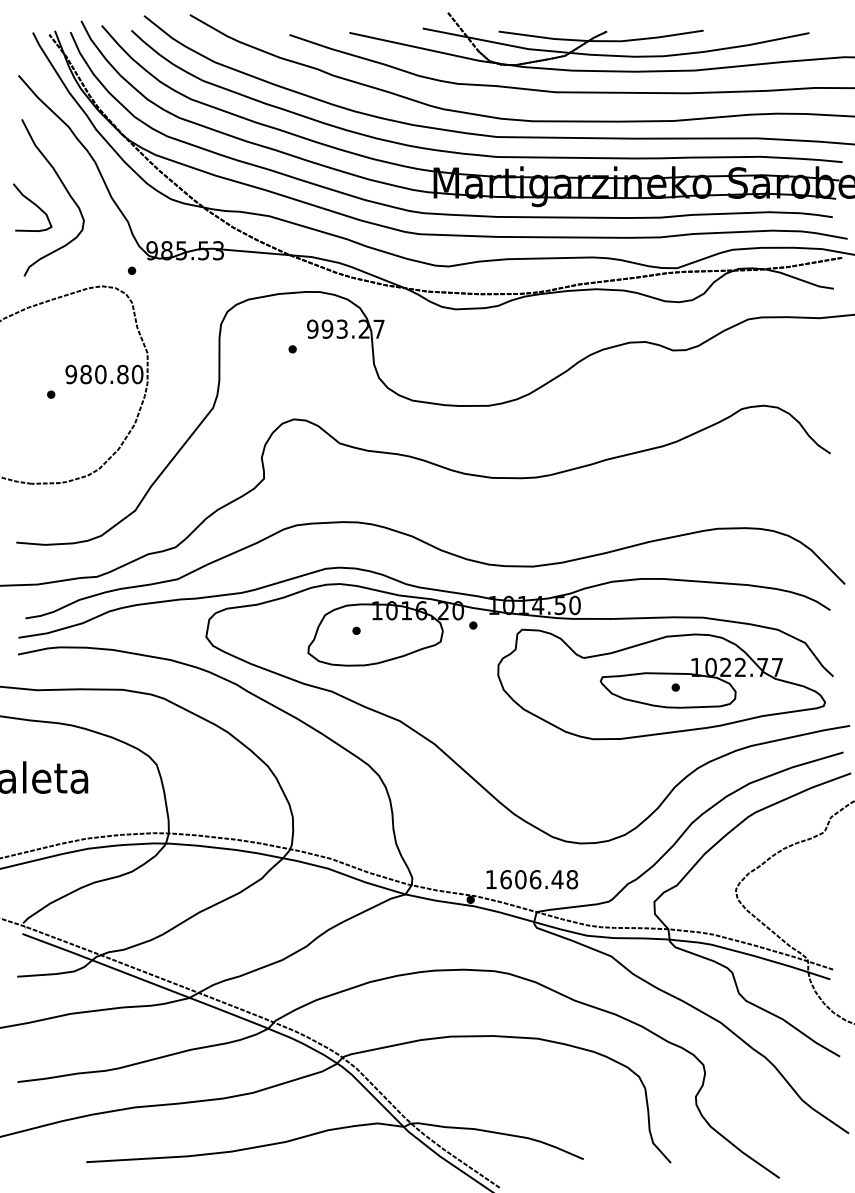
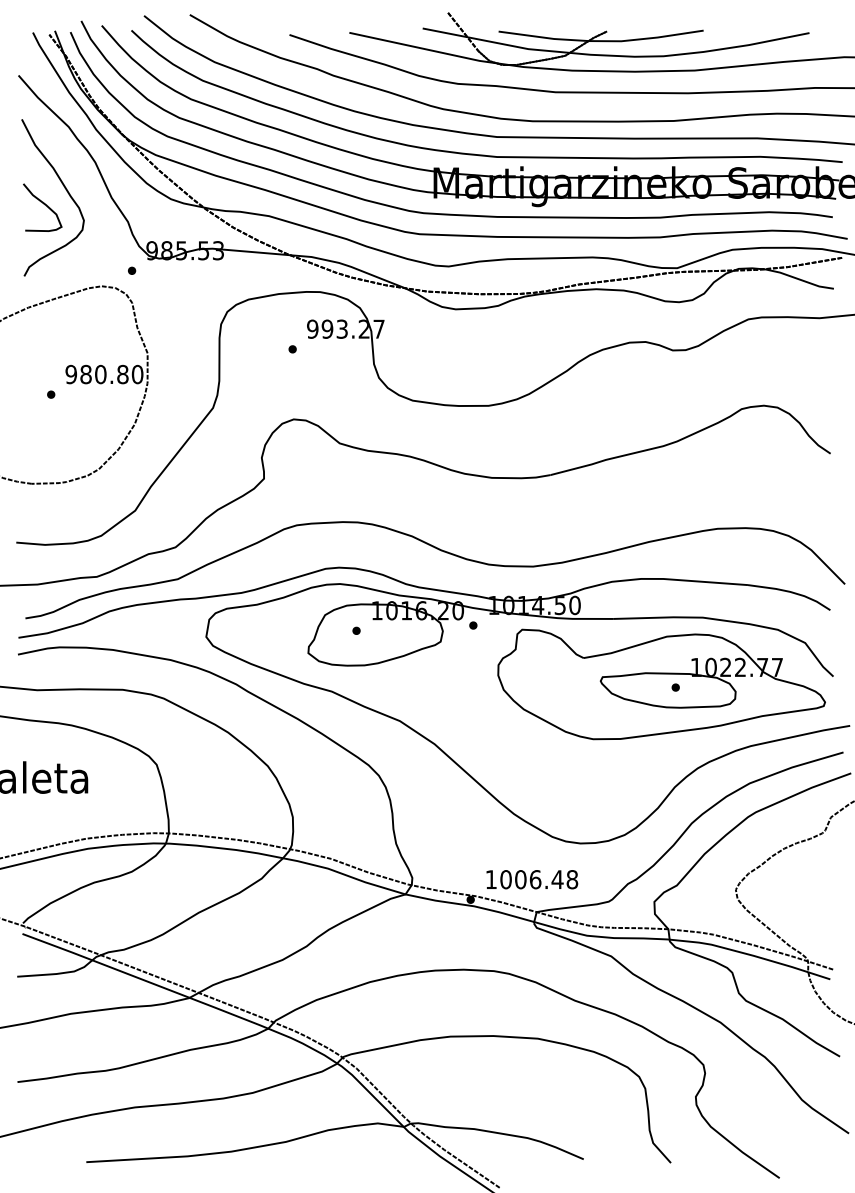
curve at (34, 205) position: (34, 205) -> (44, 205)
text at (505, 879): 1606.48 -> 1006.48
